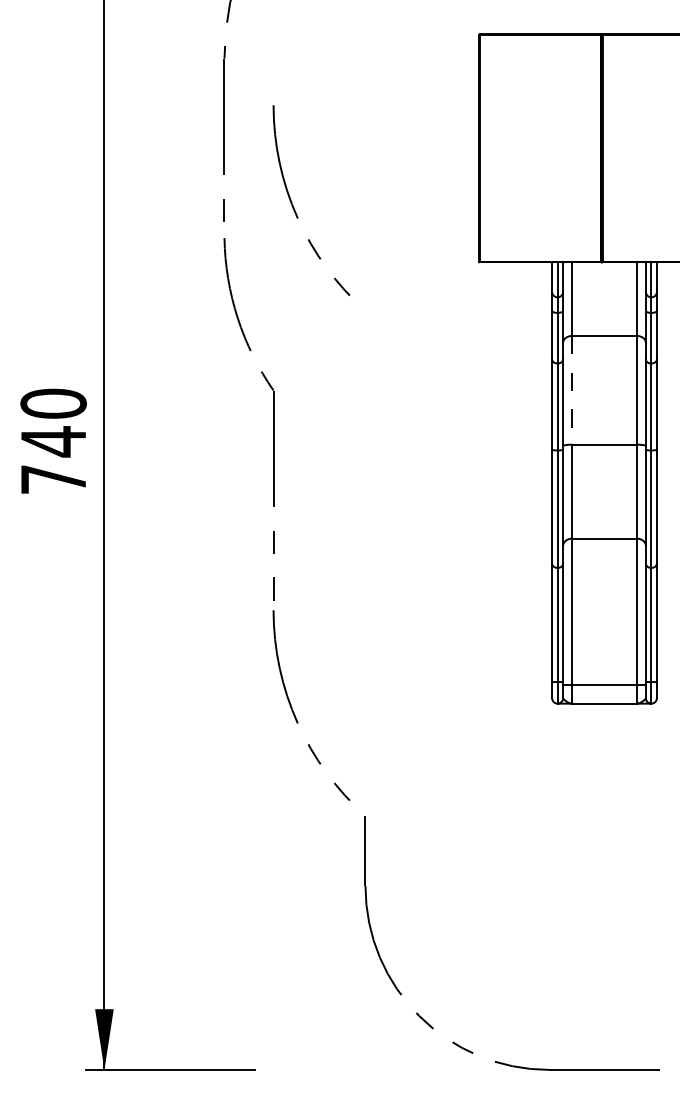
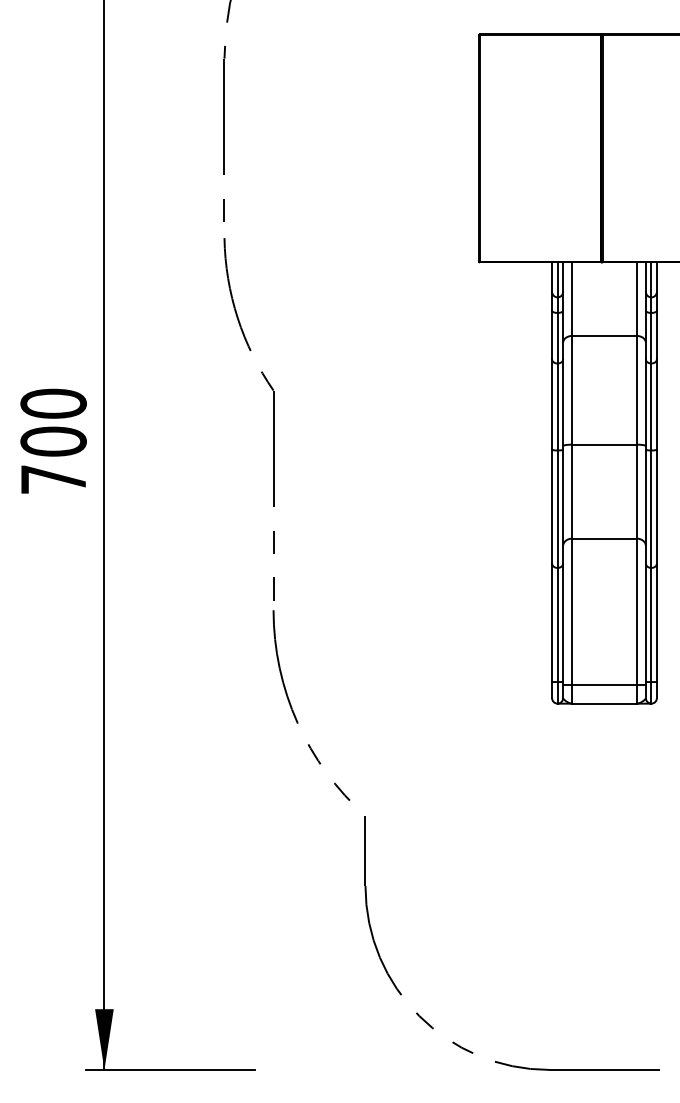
arc at (295, 209): present -> none
line at (572, 390): dashed -> solid
text at (53, 441): 740 -> 700
